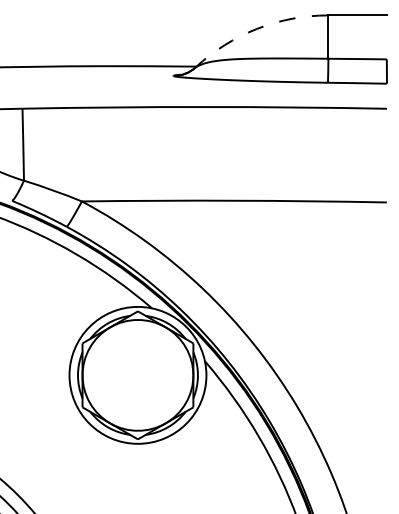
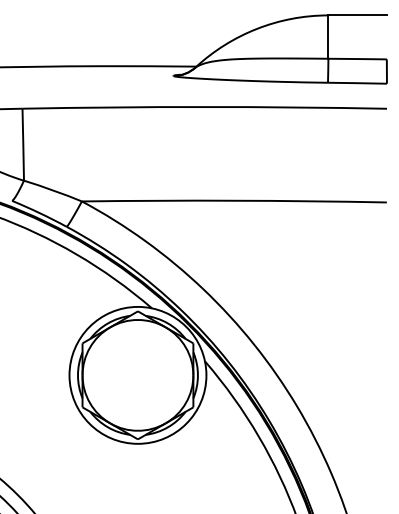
arc at (257, 28): dashed -> solid
